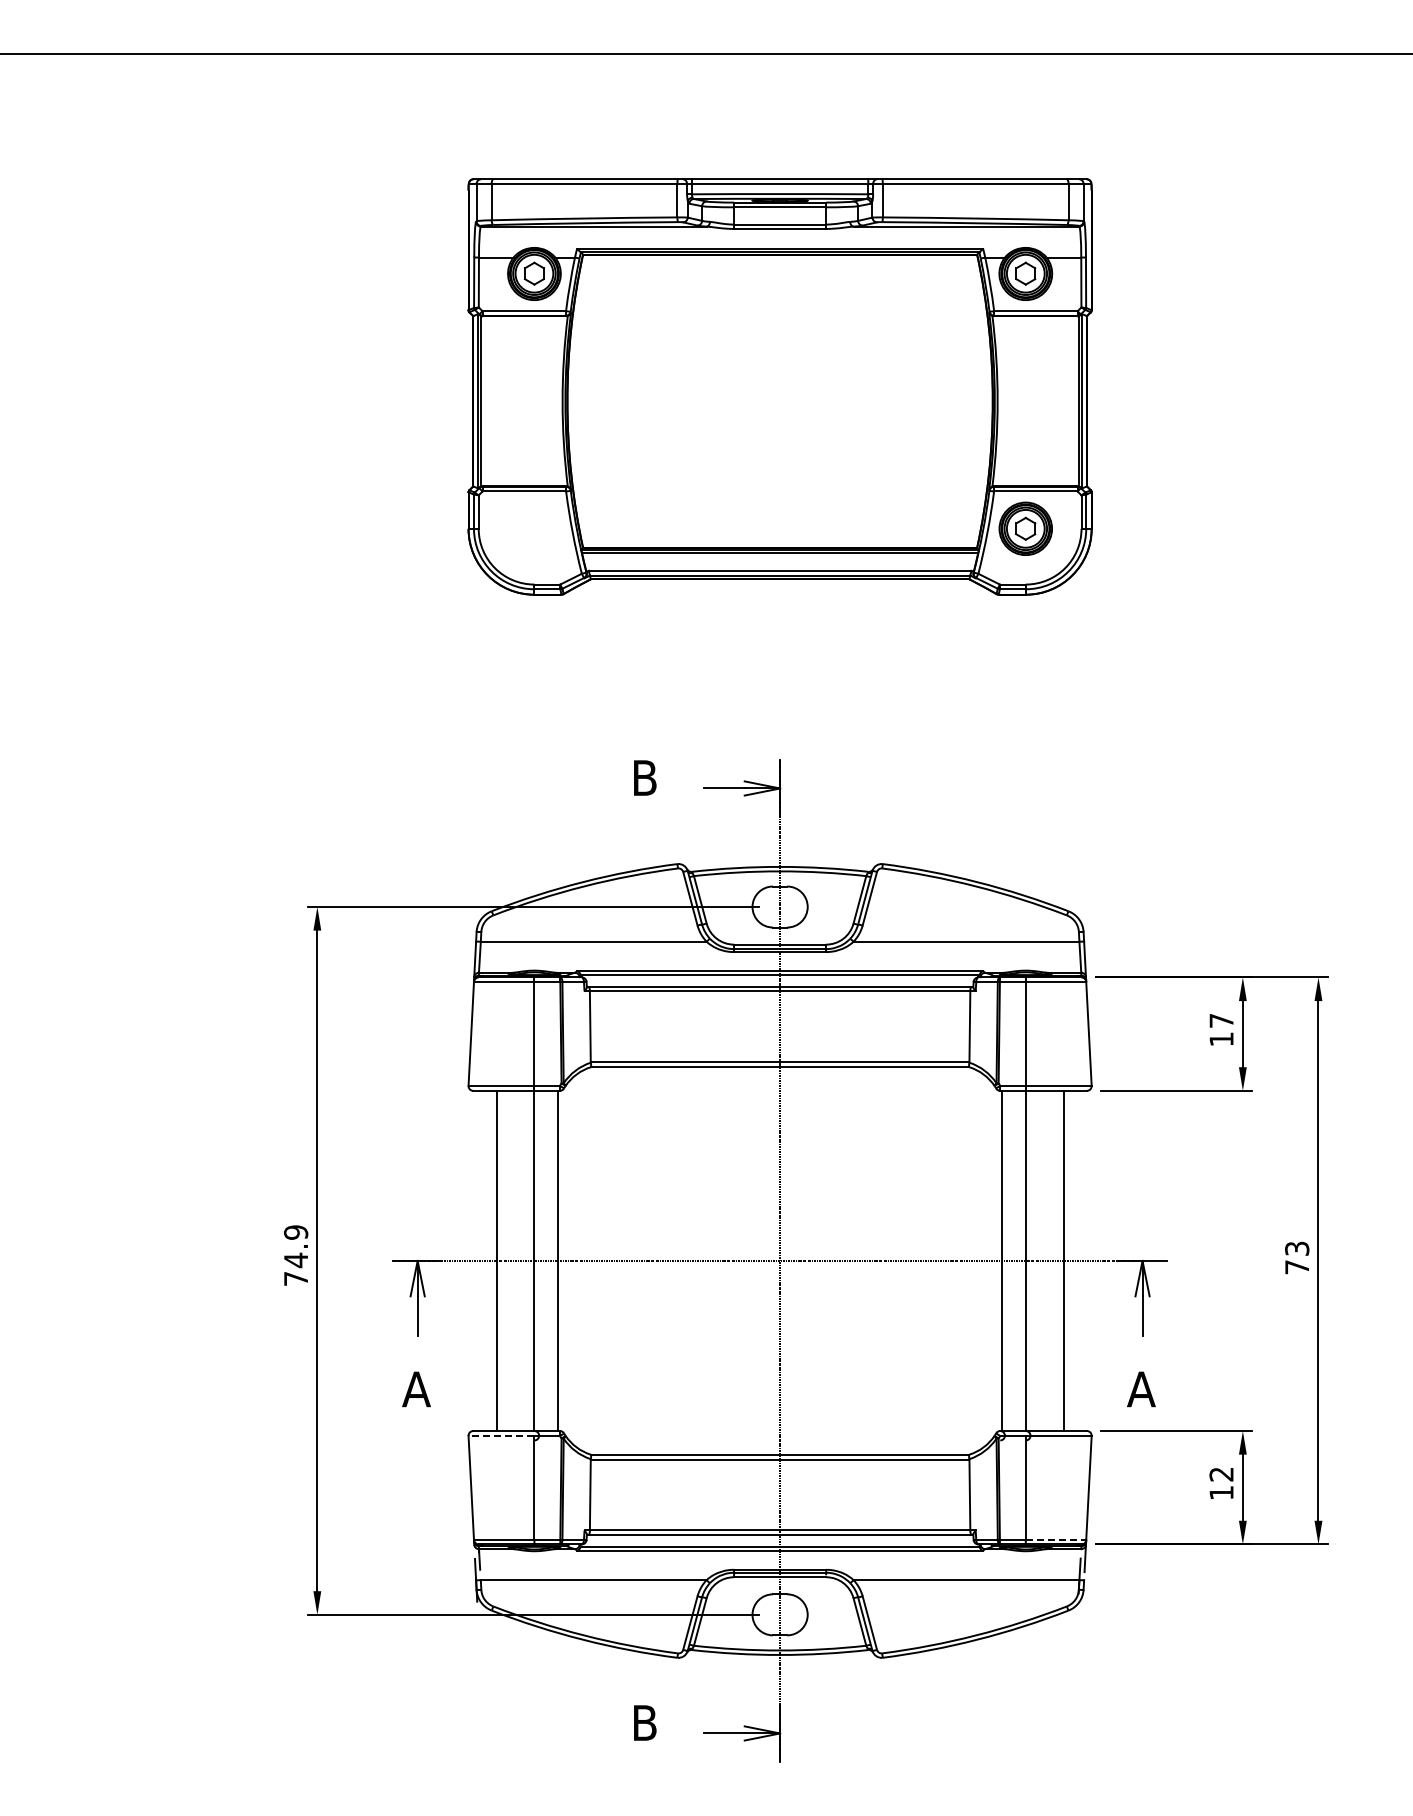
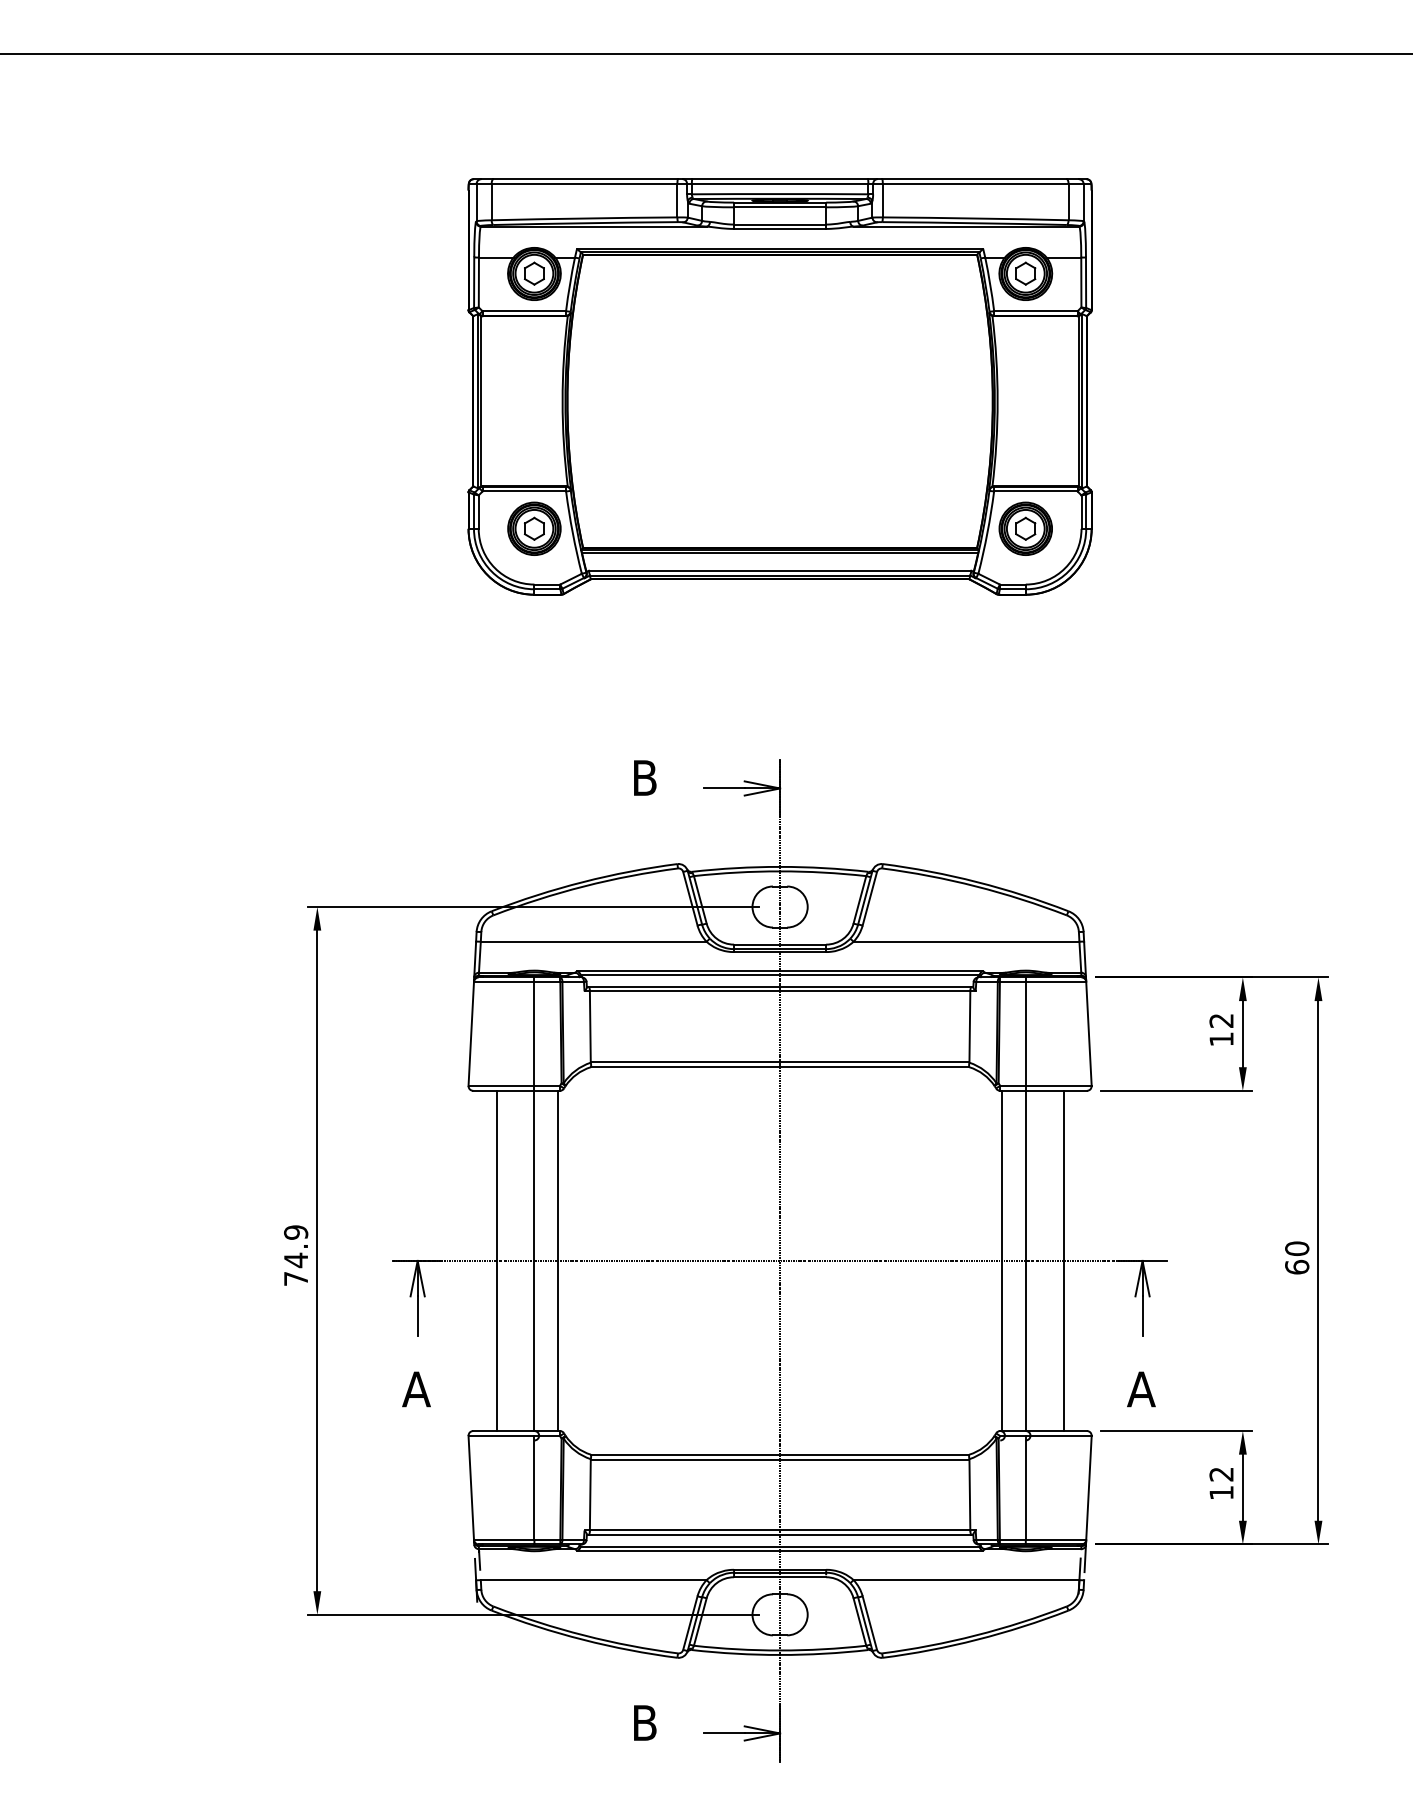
part at (534, 528): none -> present
text at (1221, 1020): 17 -> 12
text at (1297, 1257): 73 -> 60
line at (501, 1436): dashed -> solid
line at (1056, 1539): dashed -> solid
